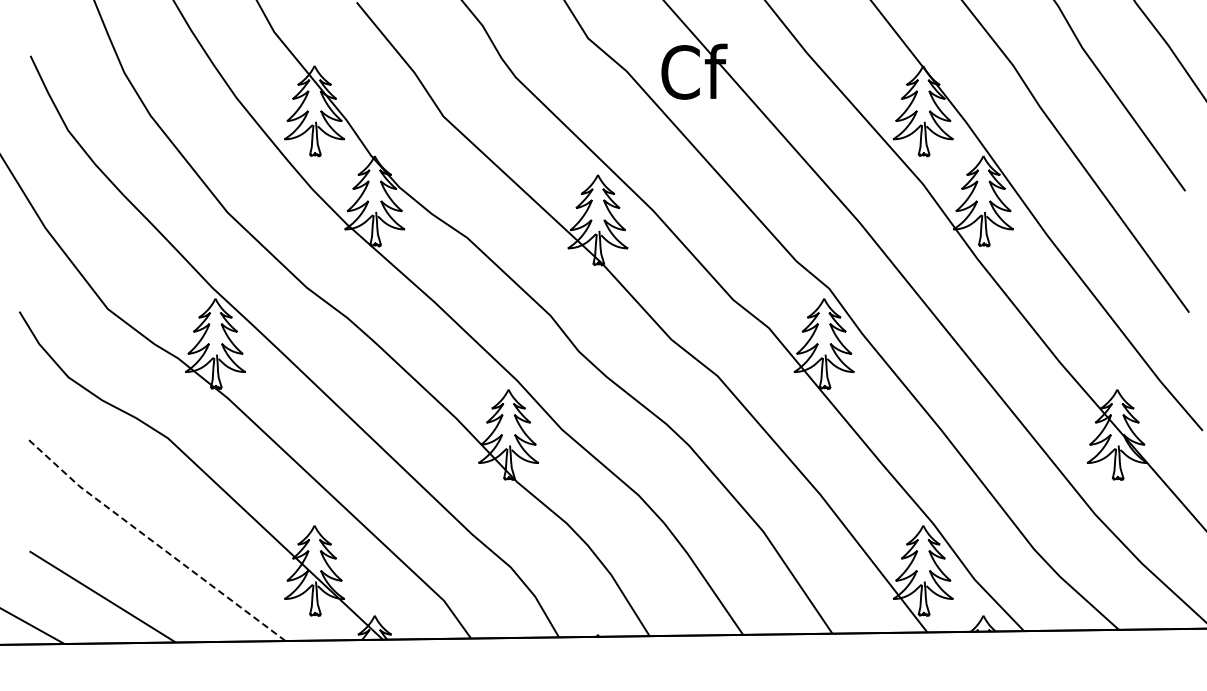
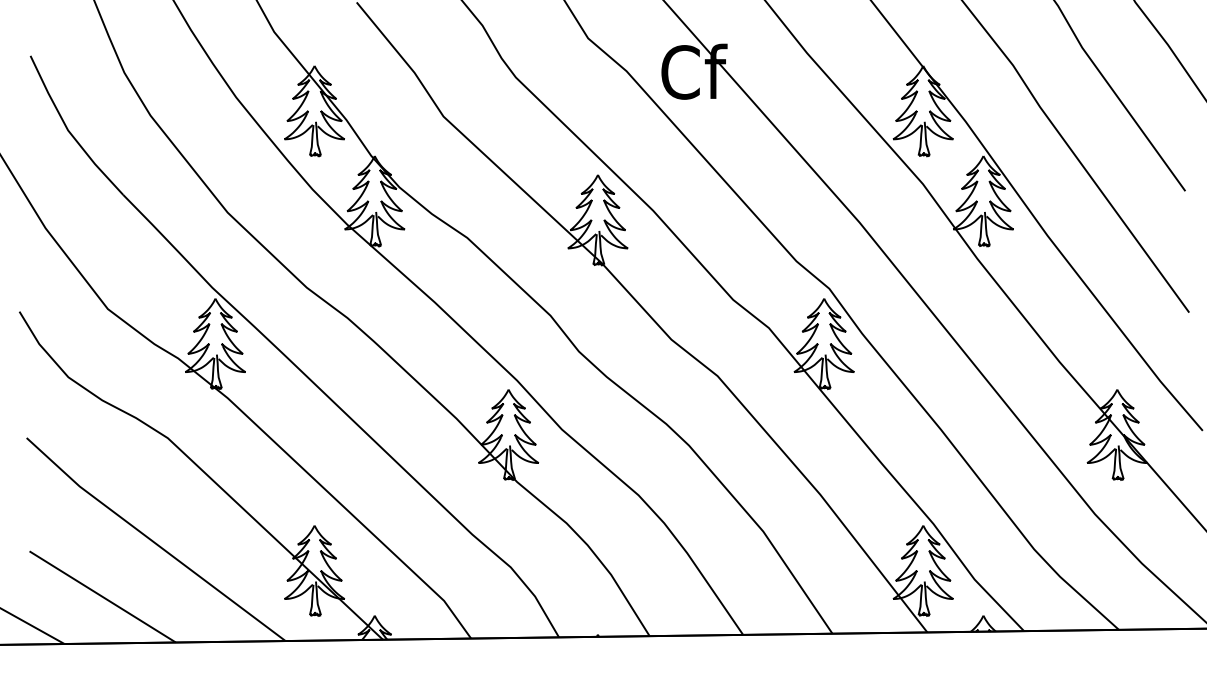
line at (153, 541): dashed -> solid
